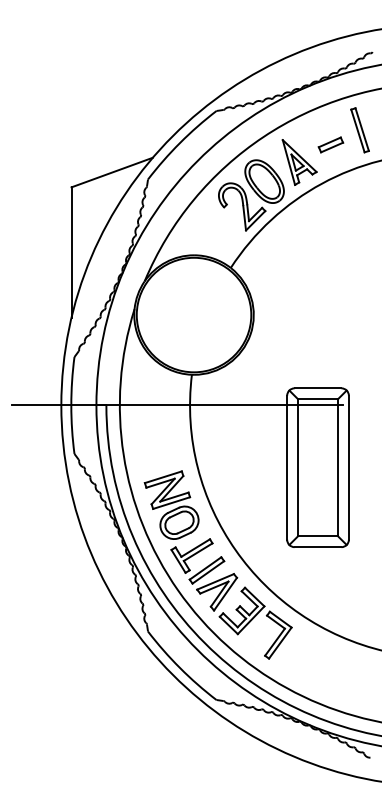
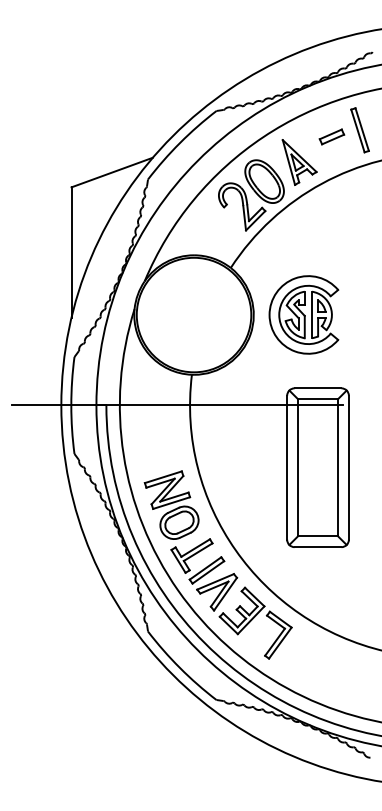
part at (330, 144) position: (330, 144) -> (331, 136)
part at (303, 314): none -> present
